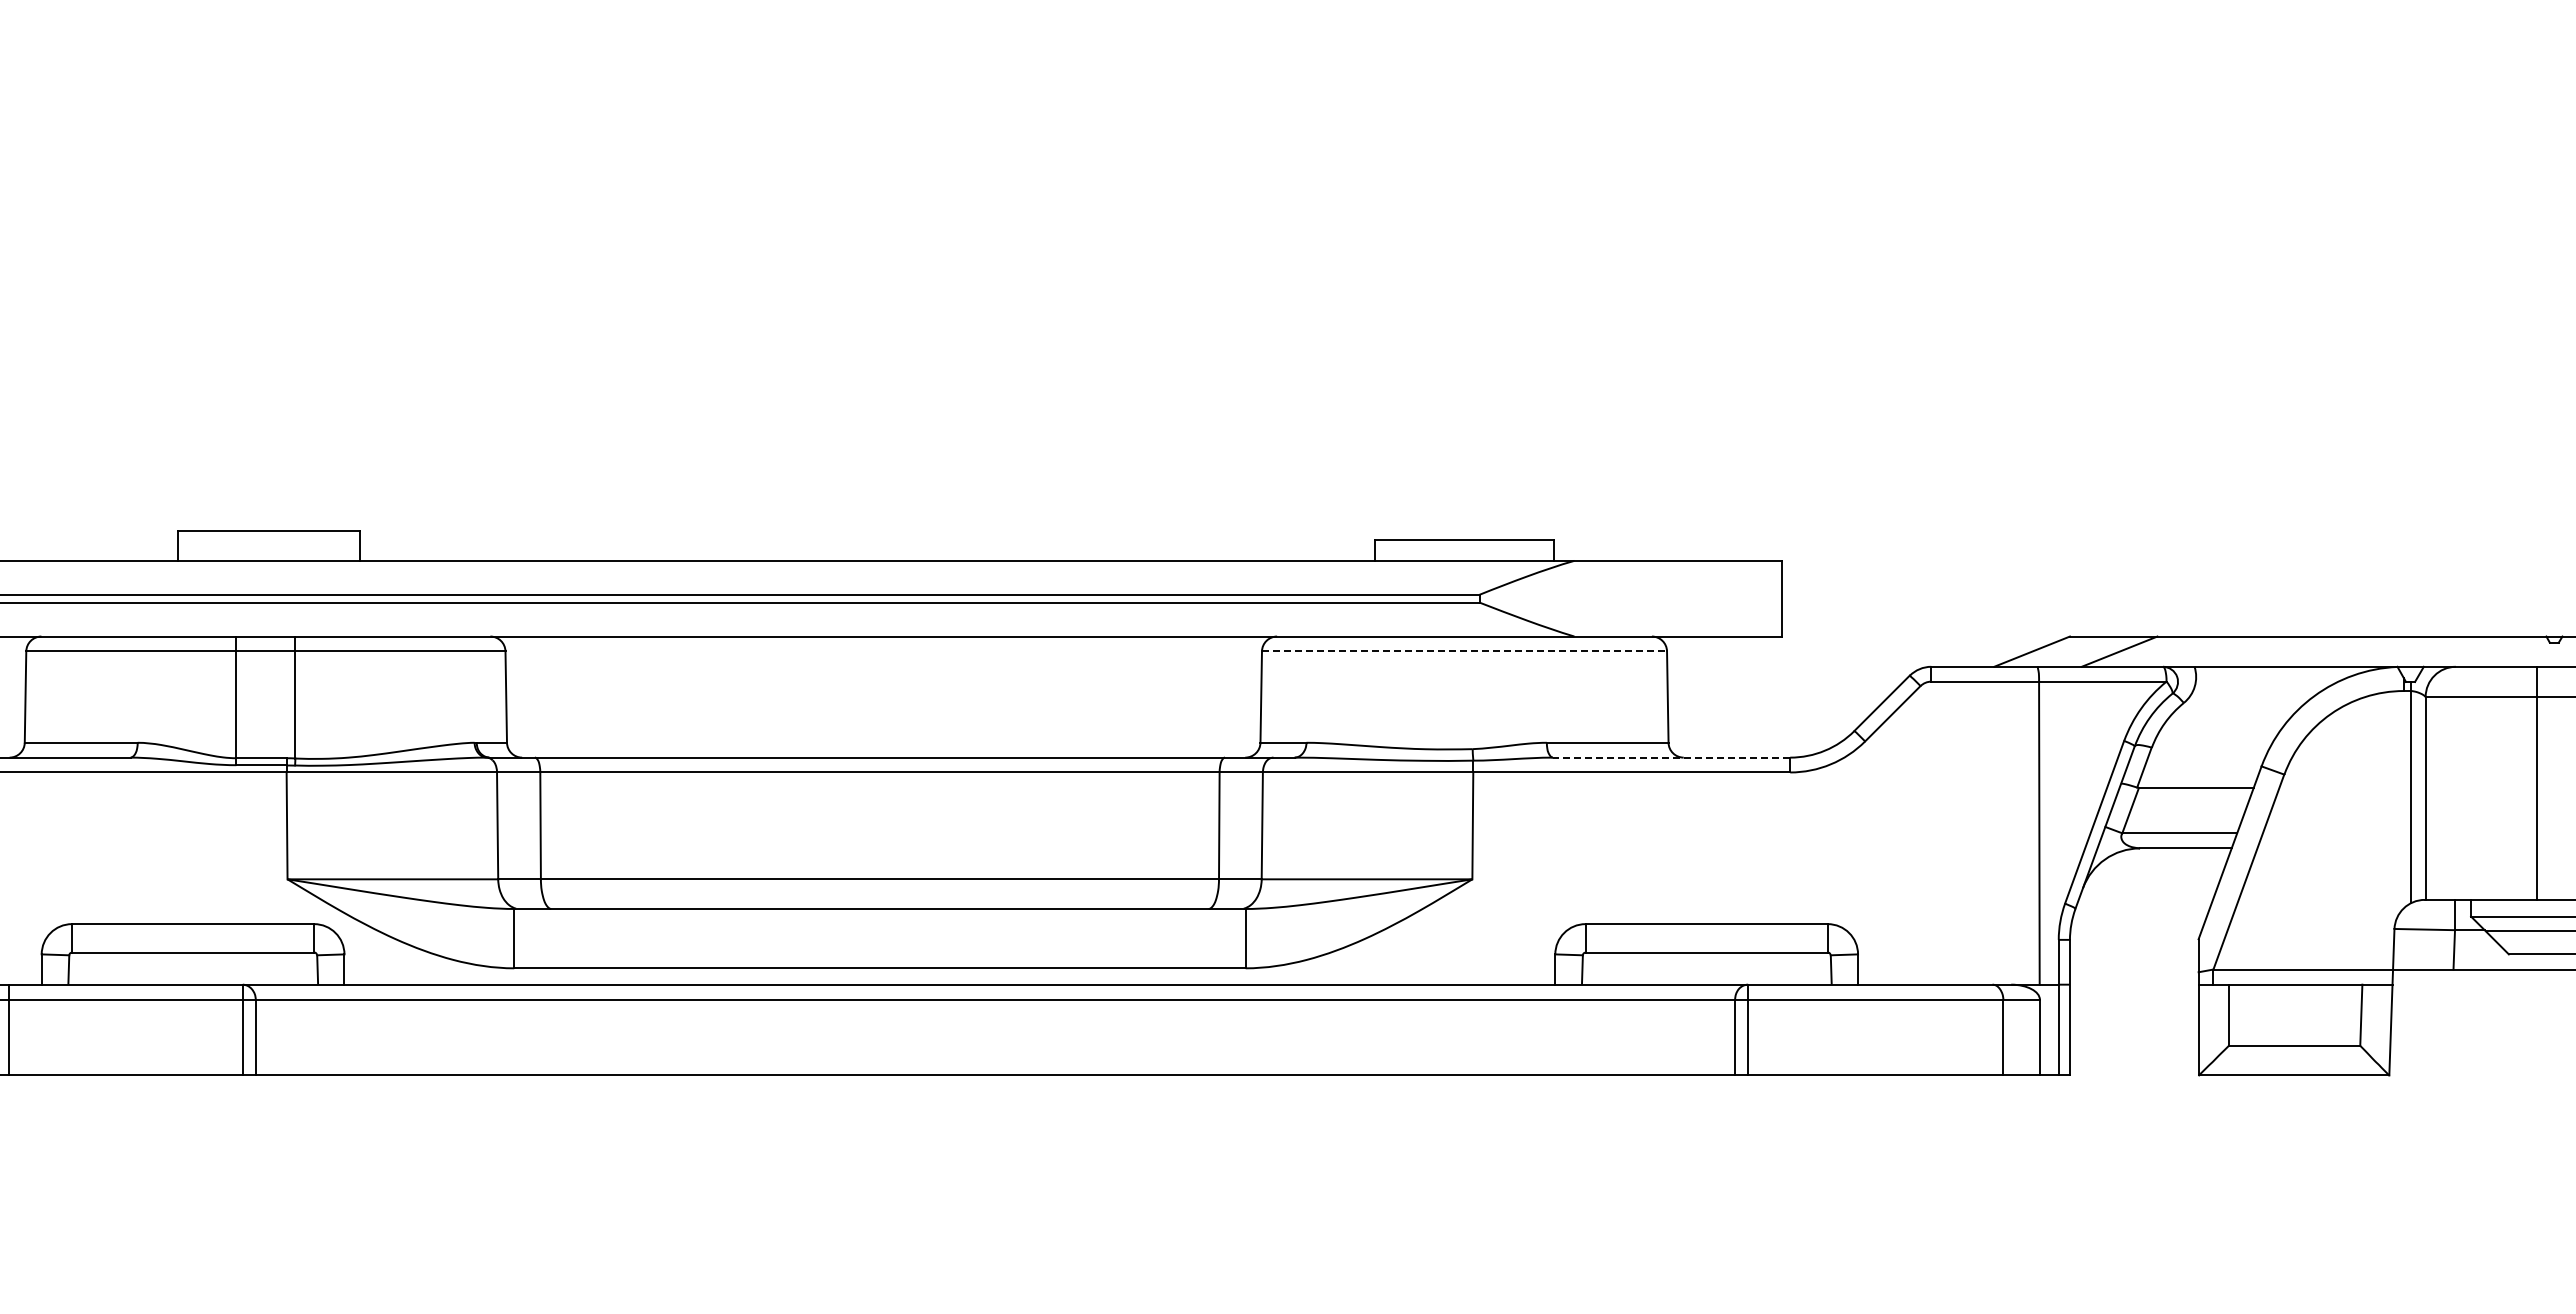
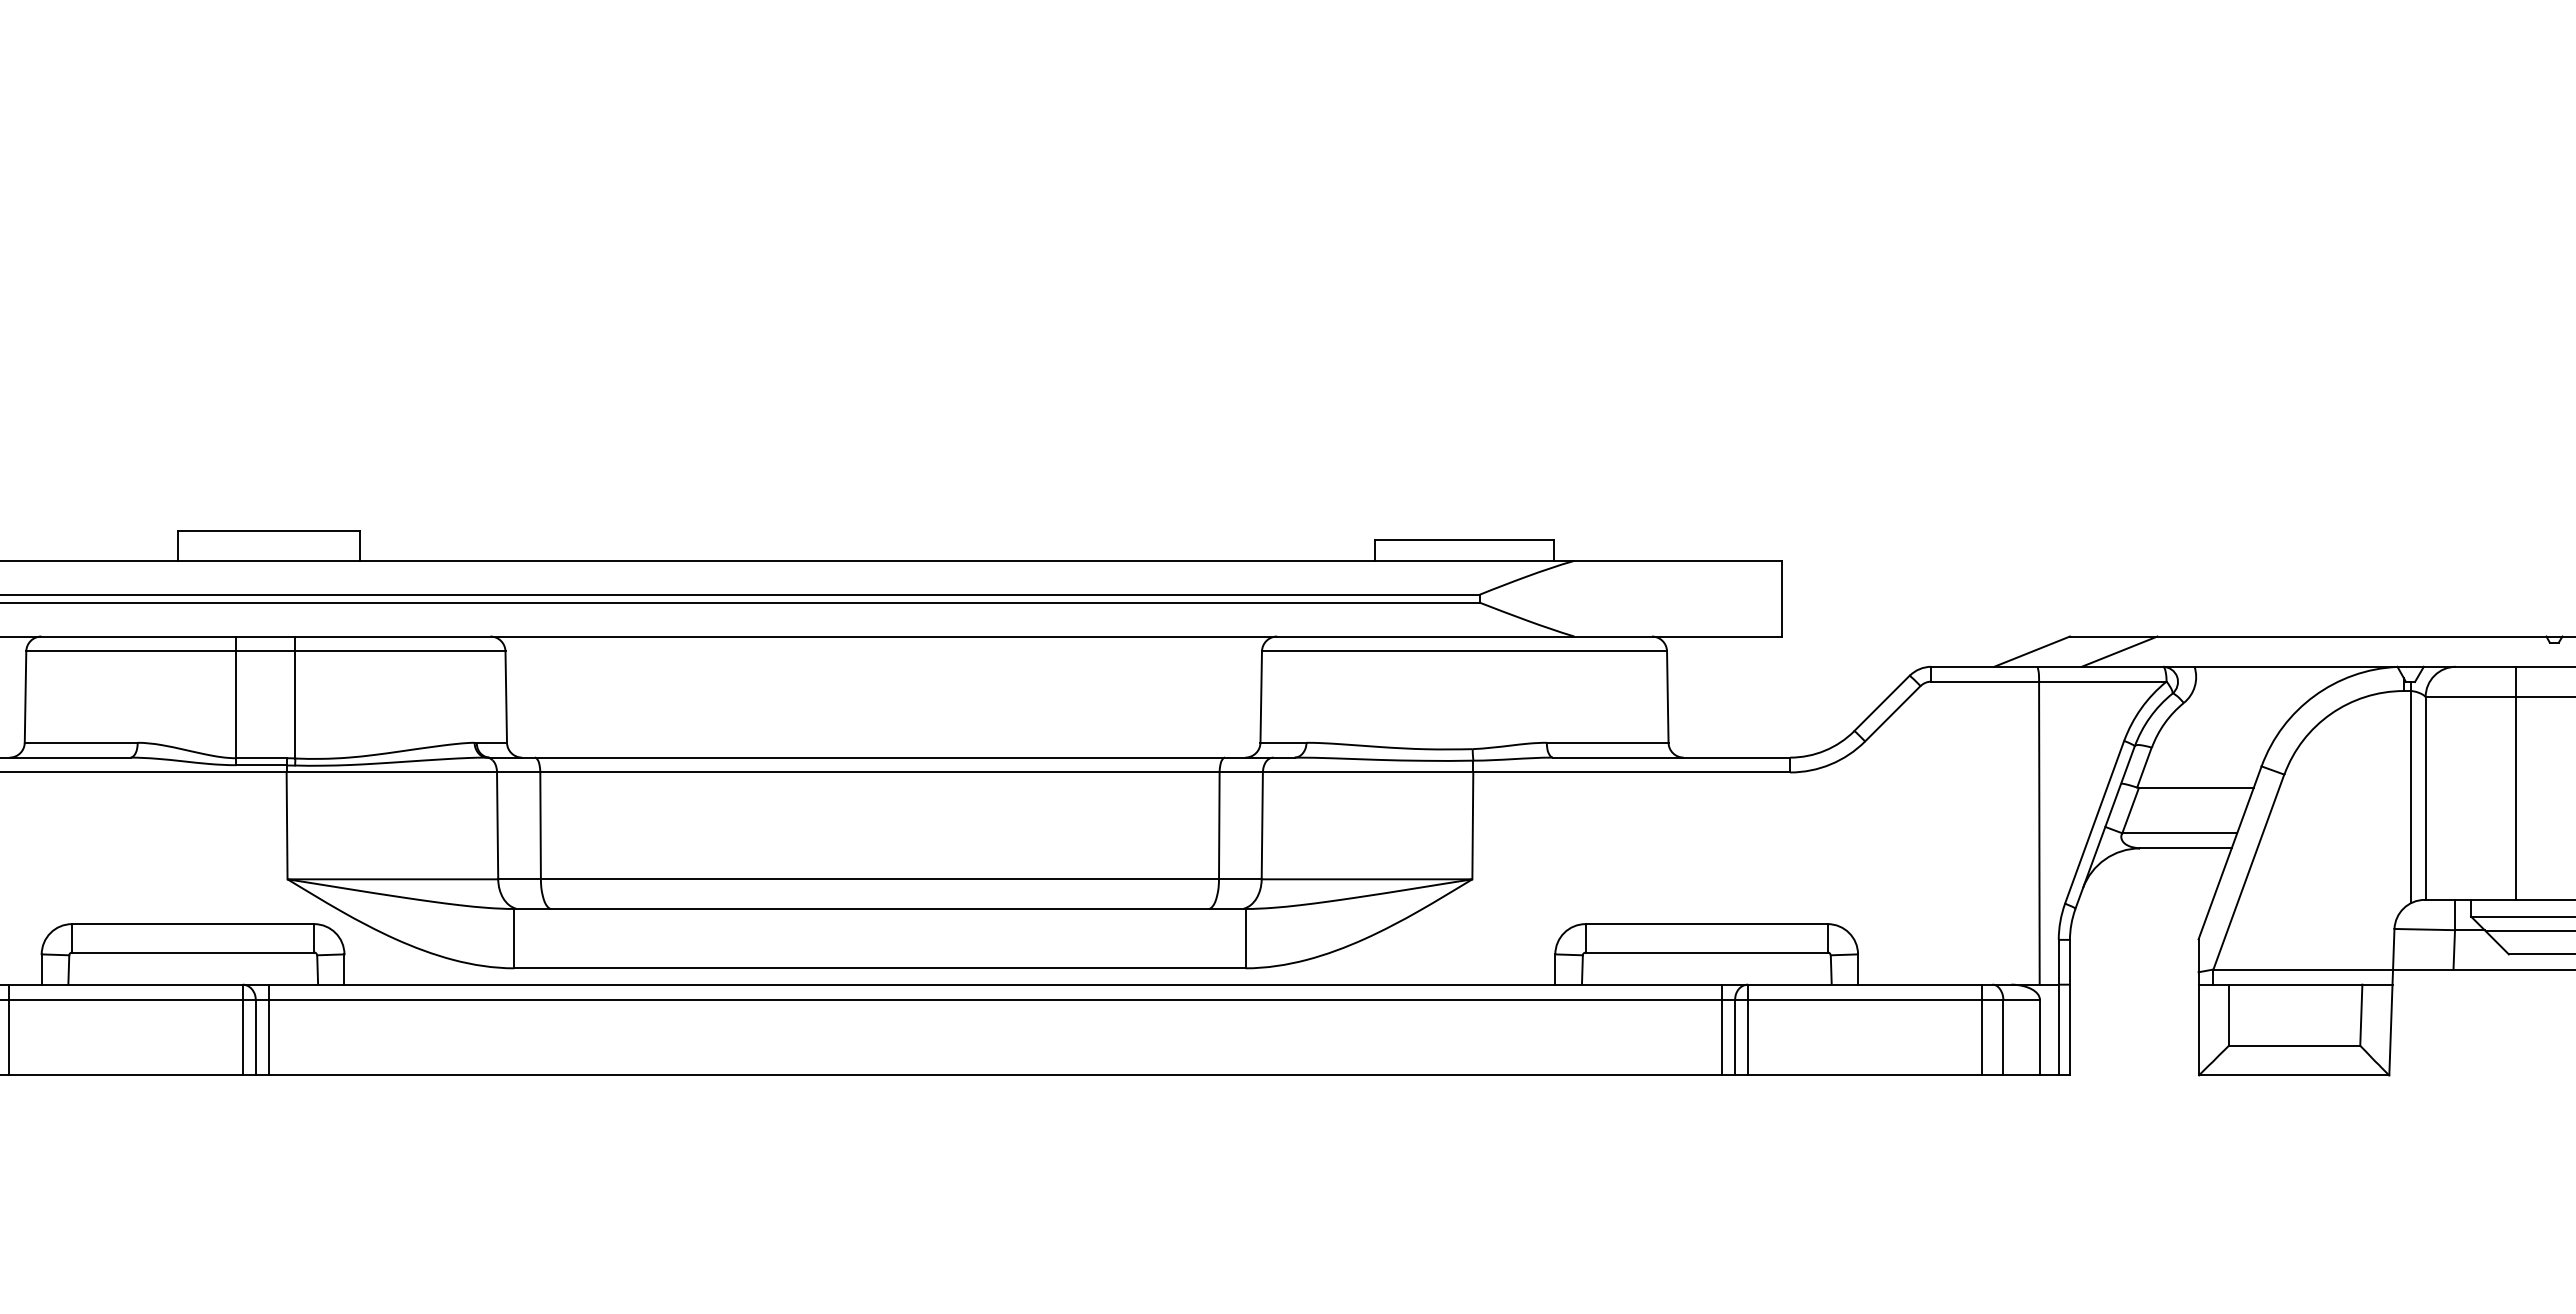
line at (1464, 651): dashed -> solid
line at (1671, 757): dashed -> solid
line at (2537, 782) position: (2537, 782) -> (2516, 782)
line at (268, 1029): none -> present
line at (1721, 1029): none -> present
line at (1981, 1029): none -> present
